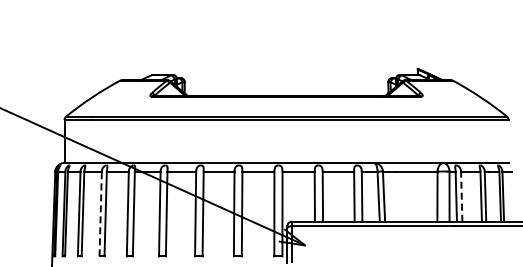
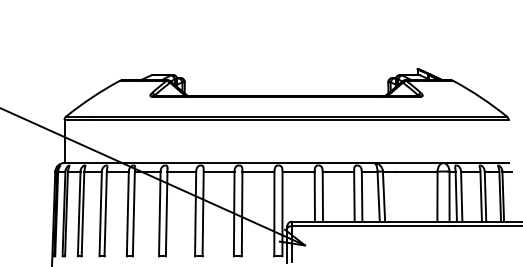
line at (461, 196): dashed -> solid
line at (100, 213): dashed -> solid
